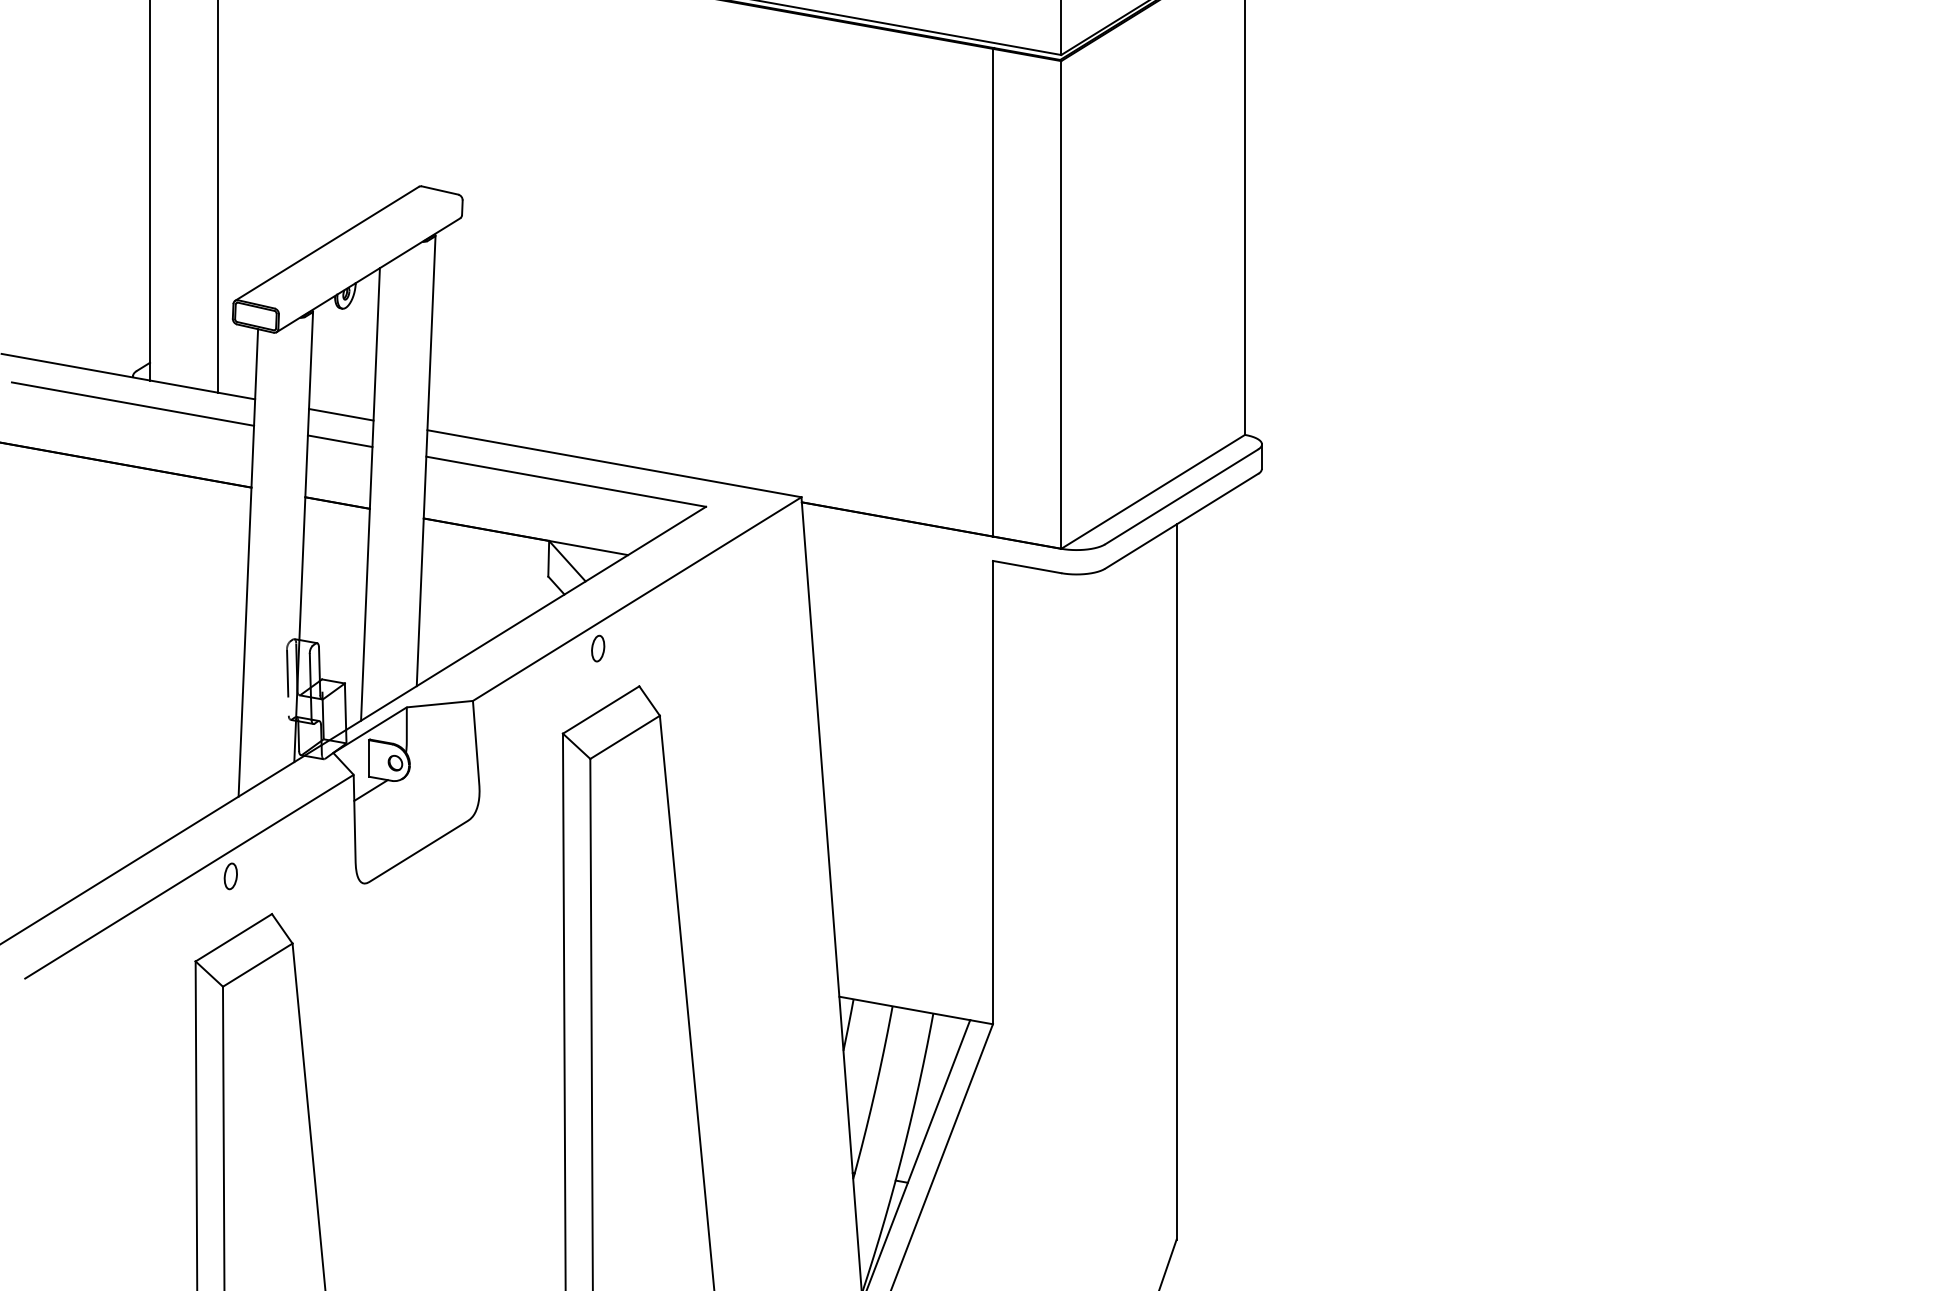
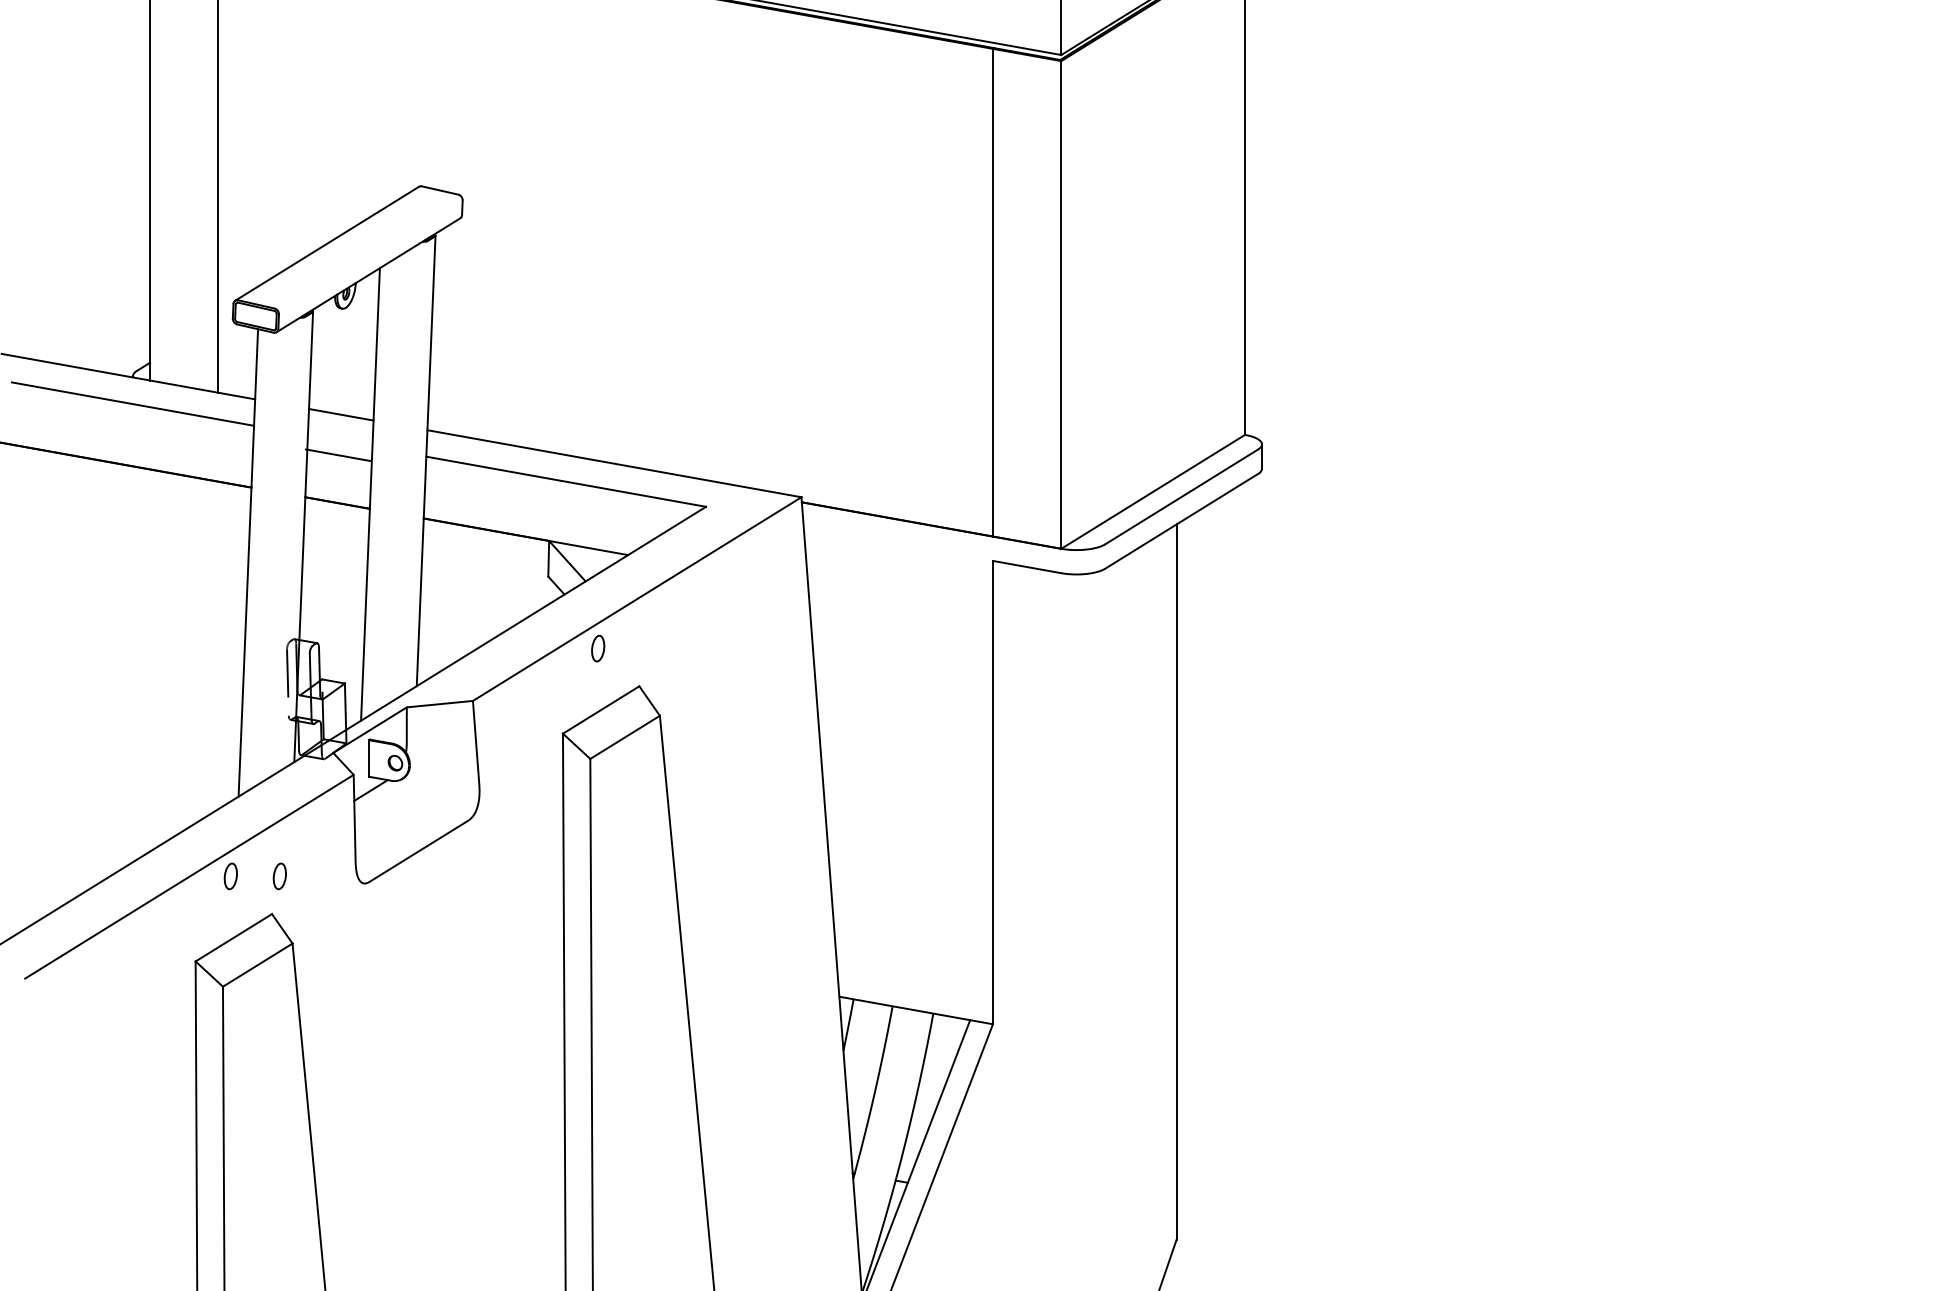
line at (339, 441) position: (339, 441) -> (337, 455)
part at (279, 876): none -> present
